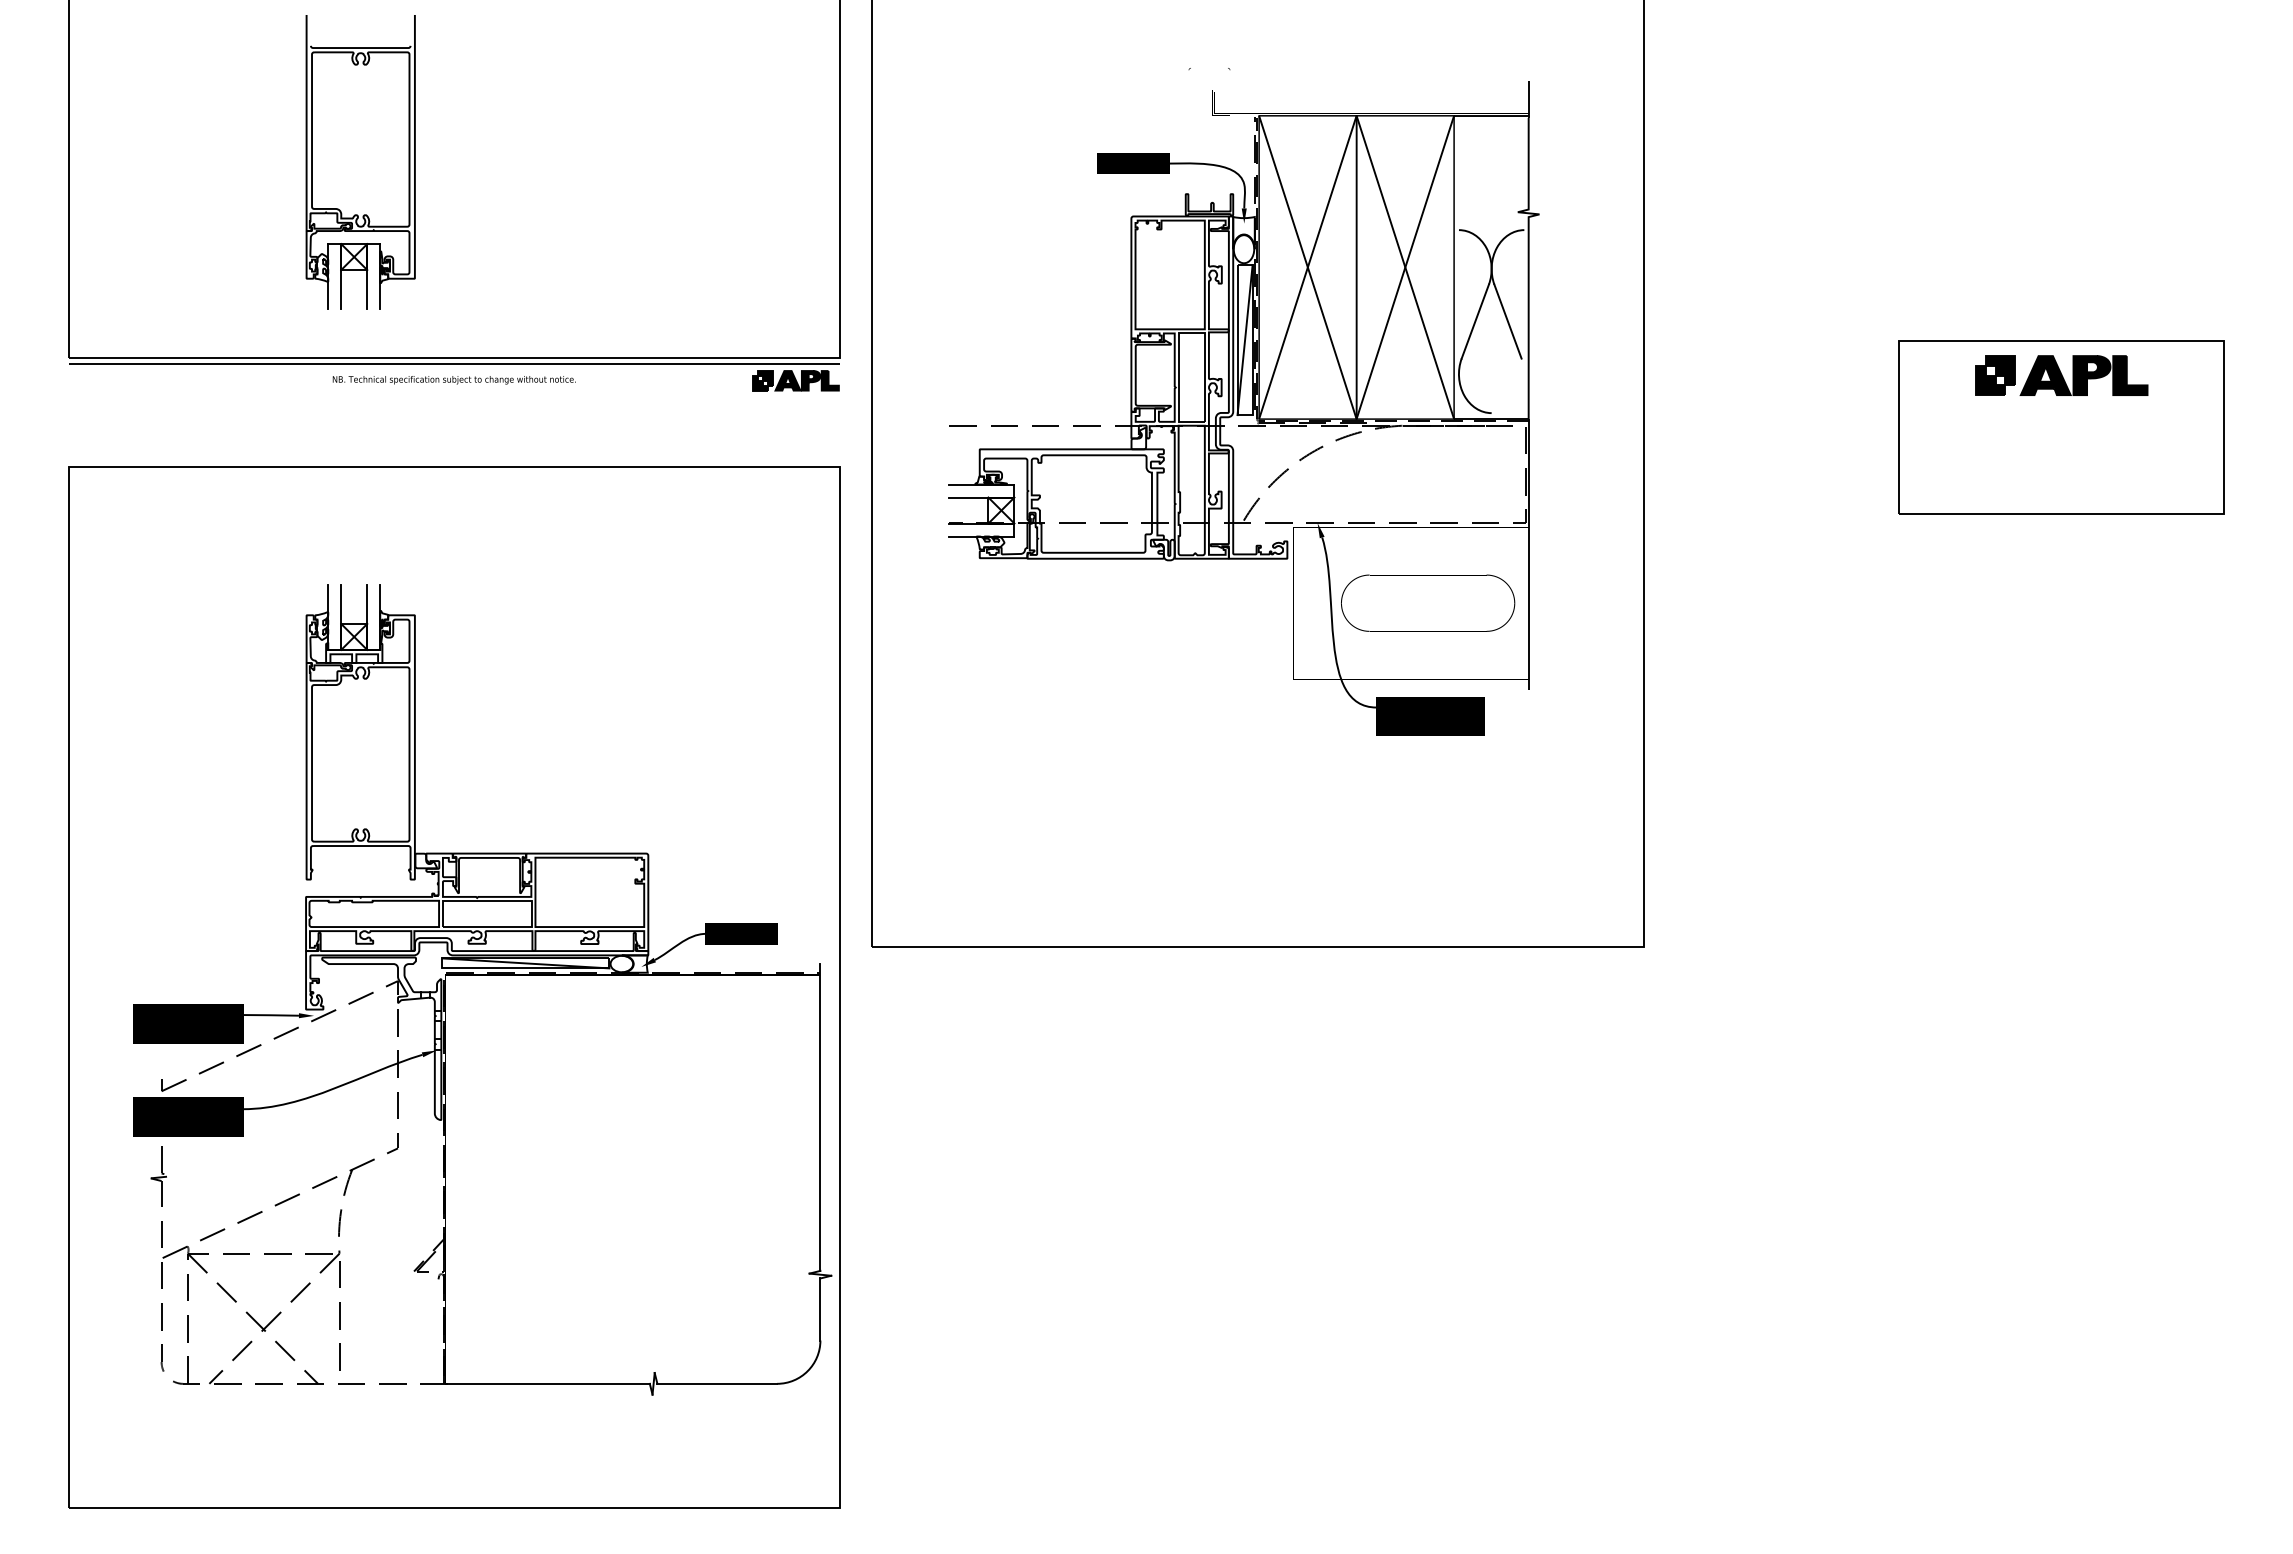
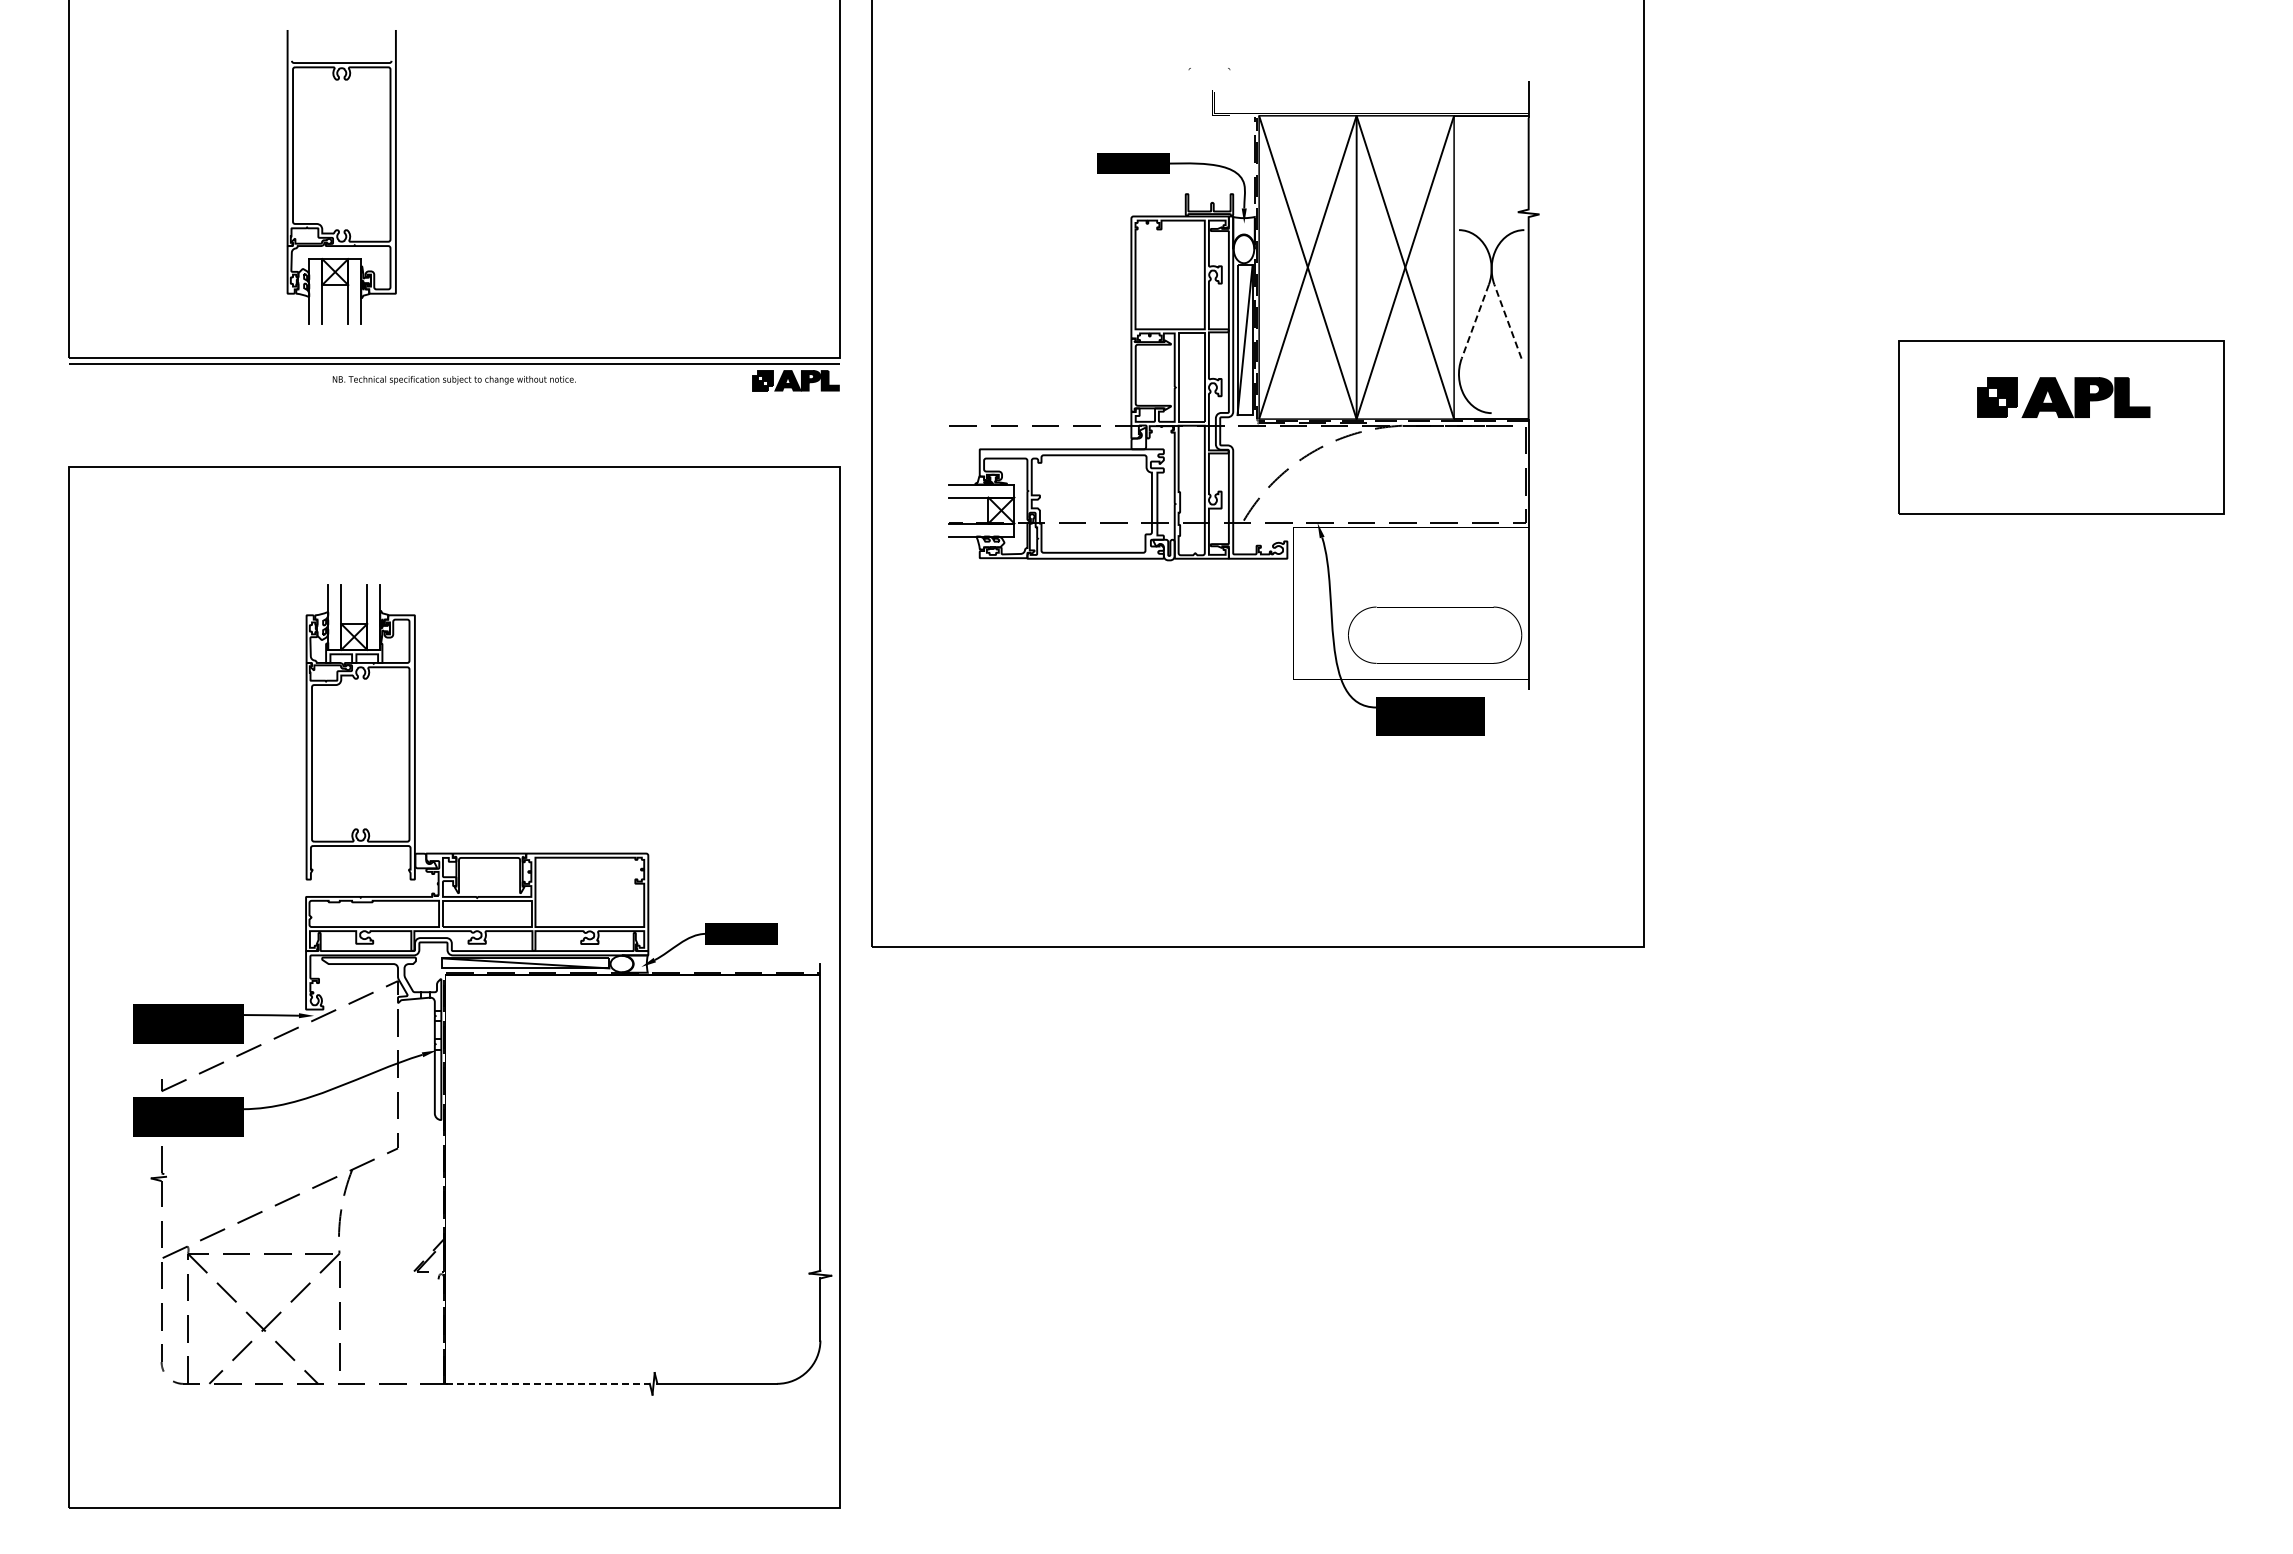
part at (360, 162) position: (360, 162) -> (341, 177)
line at (1507, 321): solid -> dashed
line at (1475, 322): solid -> dashed
part at (2061, 375) position: (2061, 375) -> (2063, 397)
part at (1428, 602) position: (1428, 602) -> (1435, 634)
line at (548, 1383): solid -> dashed
